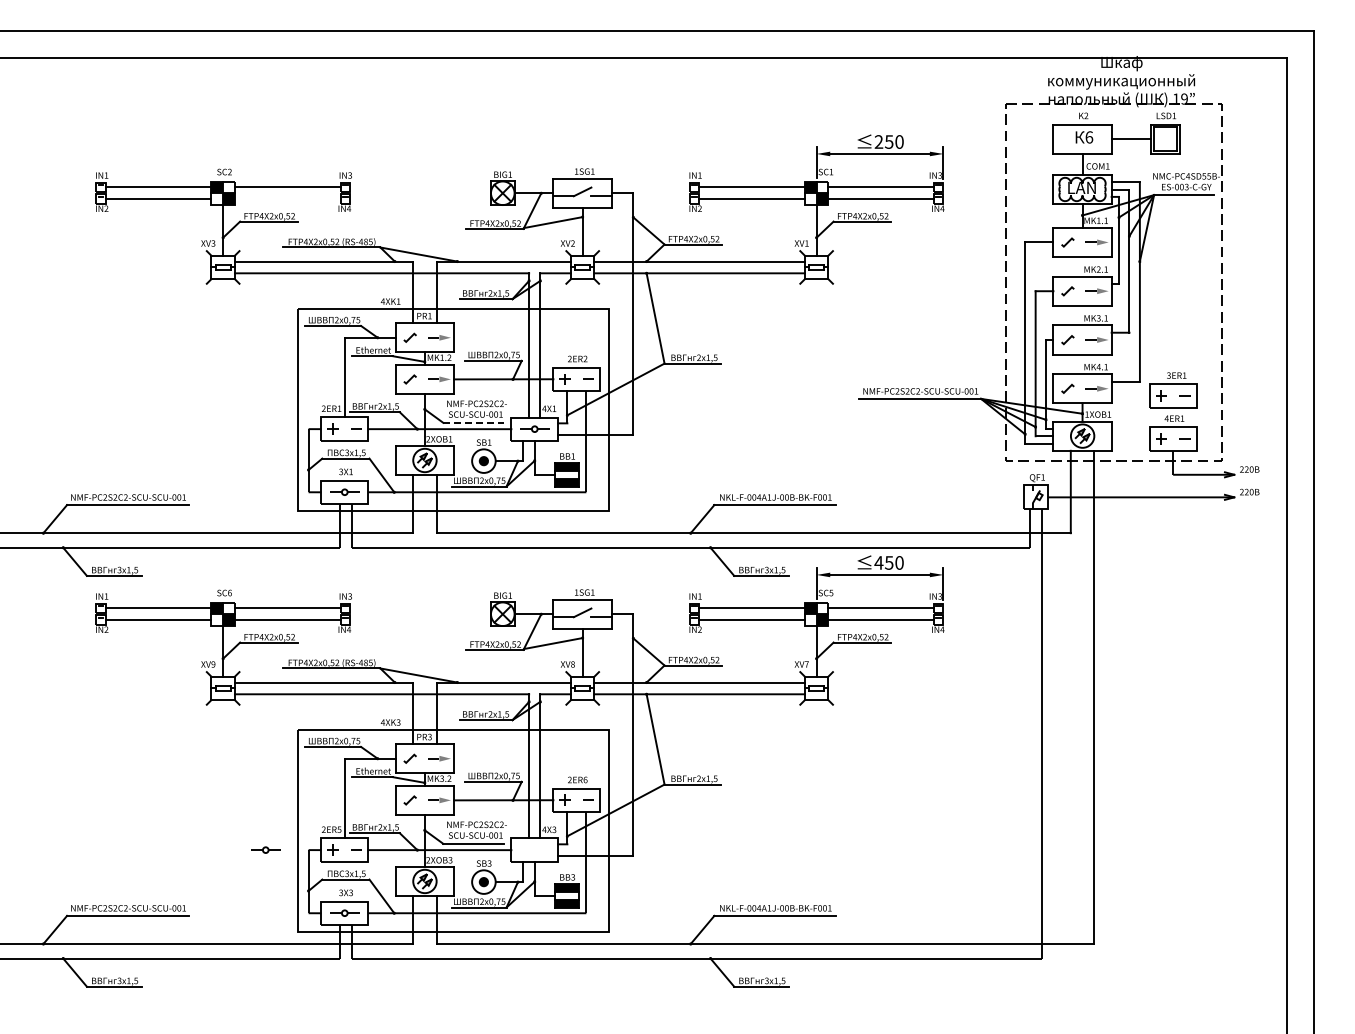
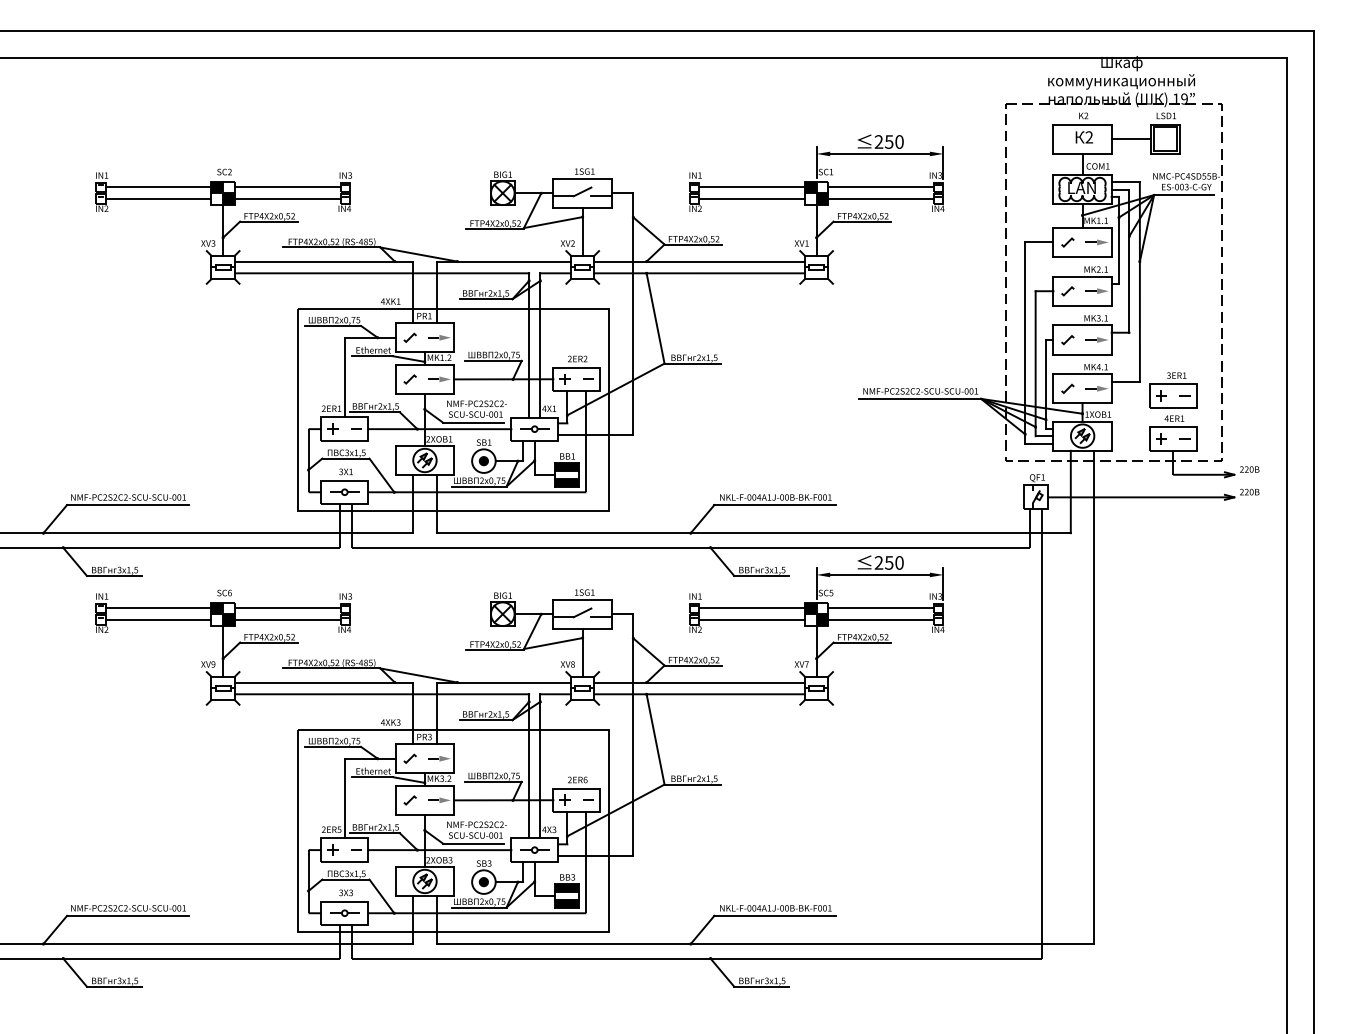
text at (1089, 137): 6 -> 2
line at (287, 199): none -> present
line at (474, 422): dashed -> solid
text at (878, 562): 450 -> 250
part at (265, 849) position: (265, 849) -> (534, 849)
